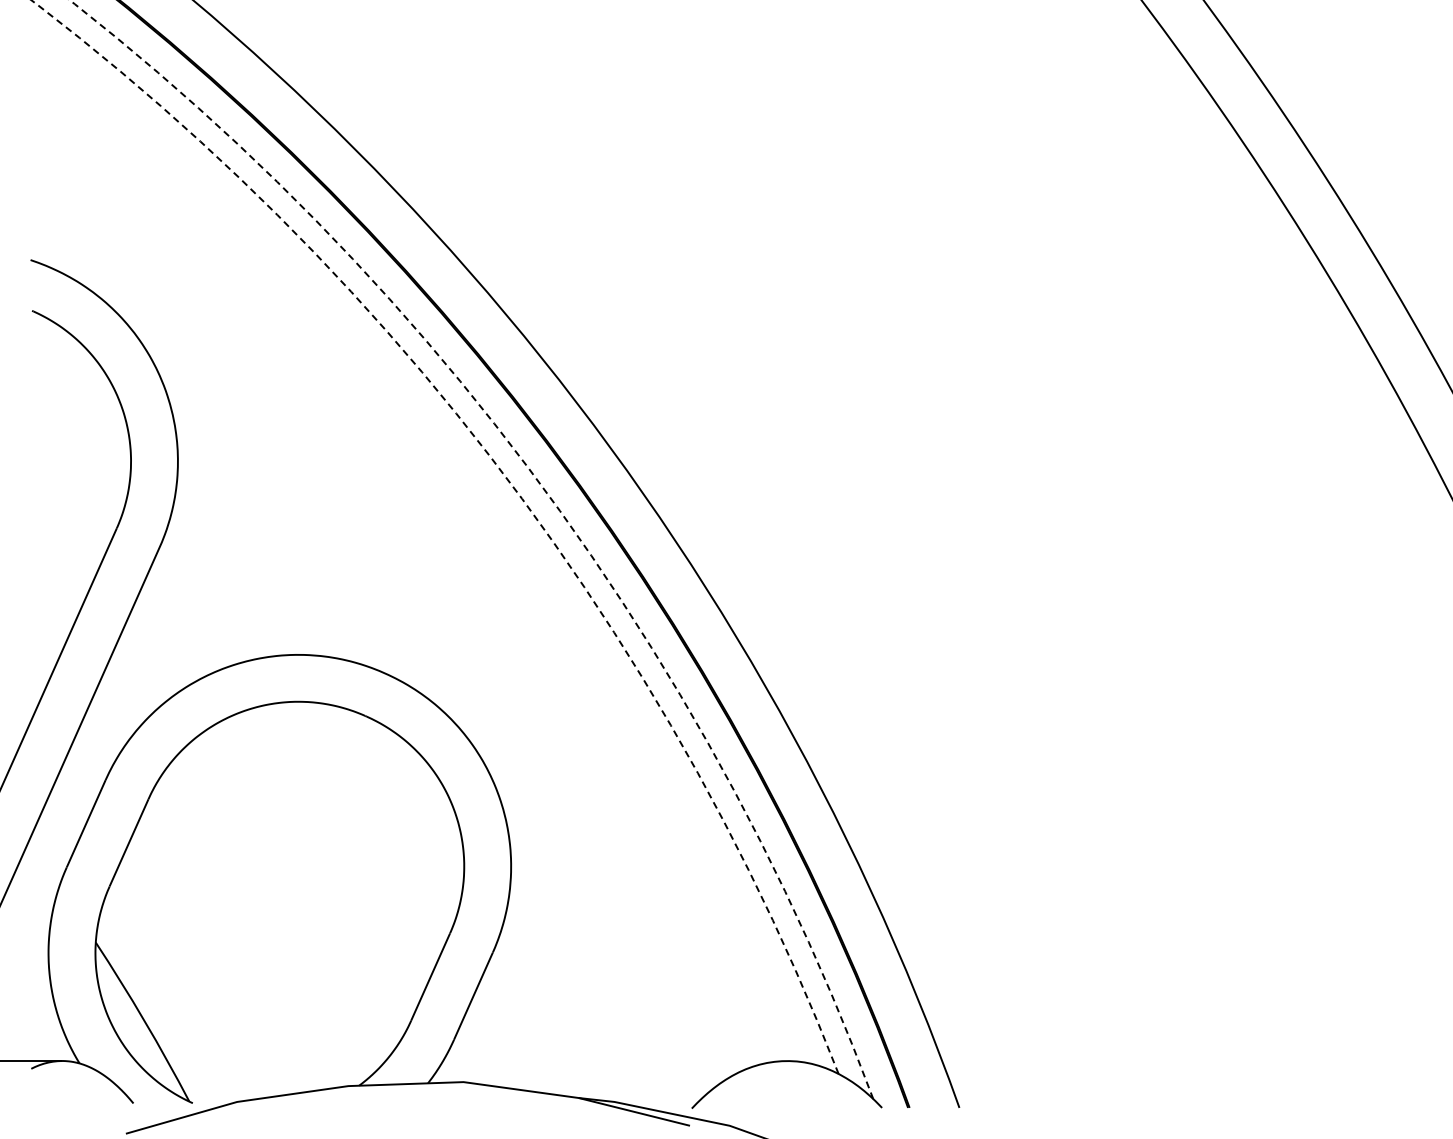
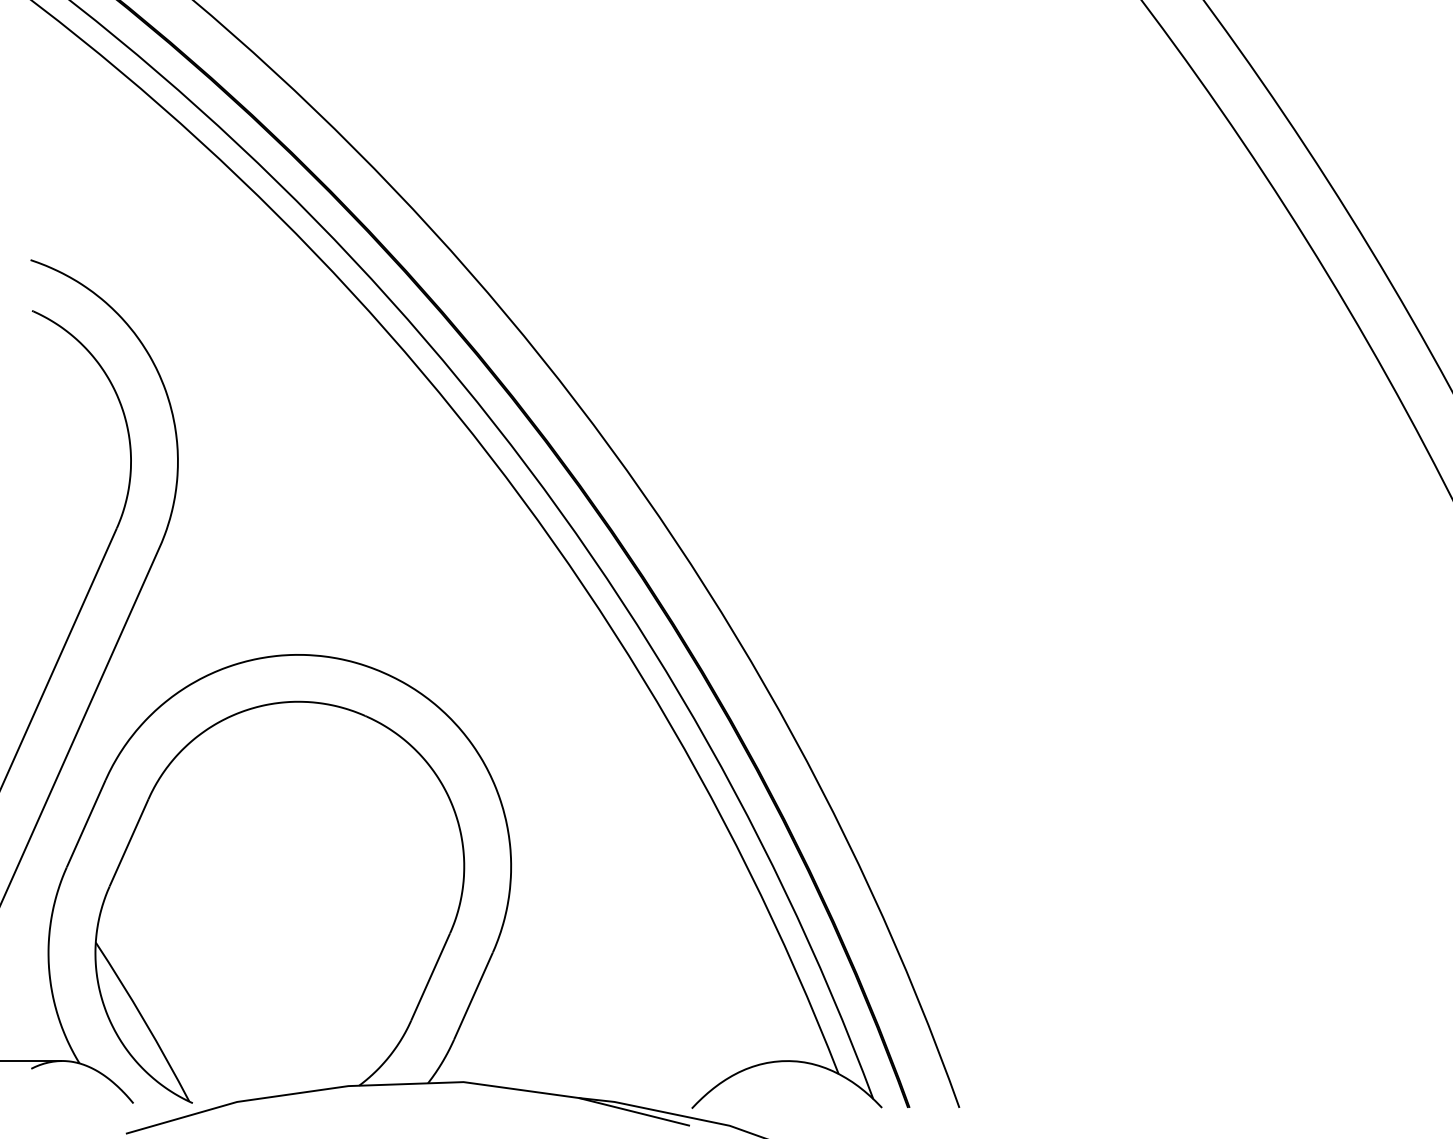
arc at (508, 480): dashed -> solid
arc at (548, 494): dashed -> solid
